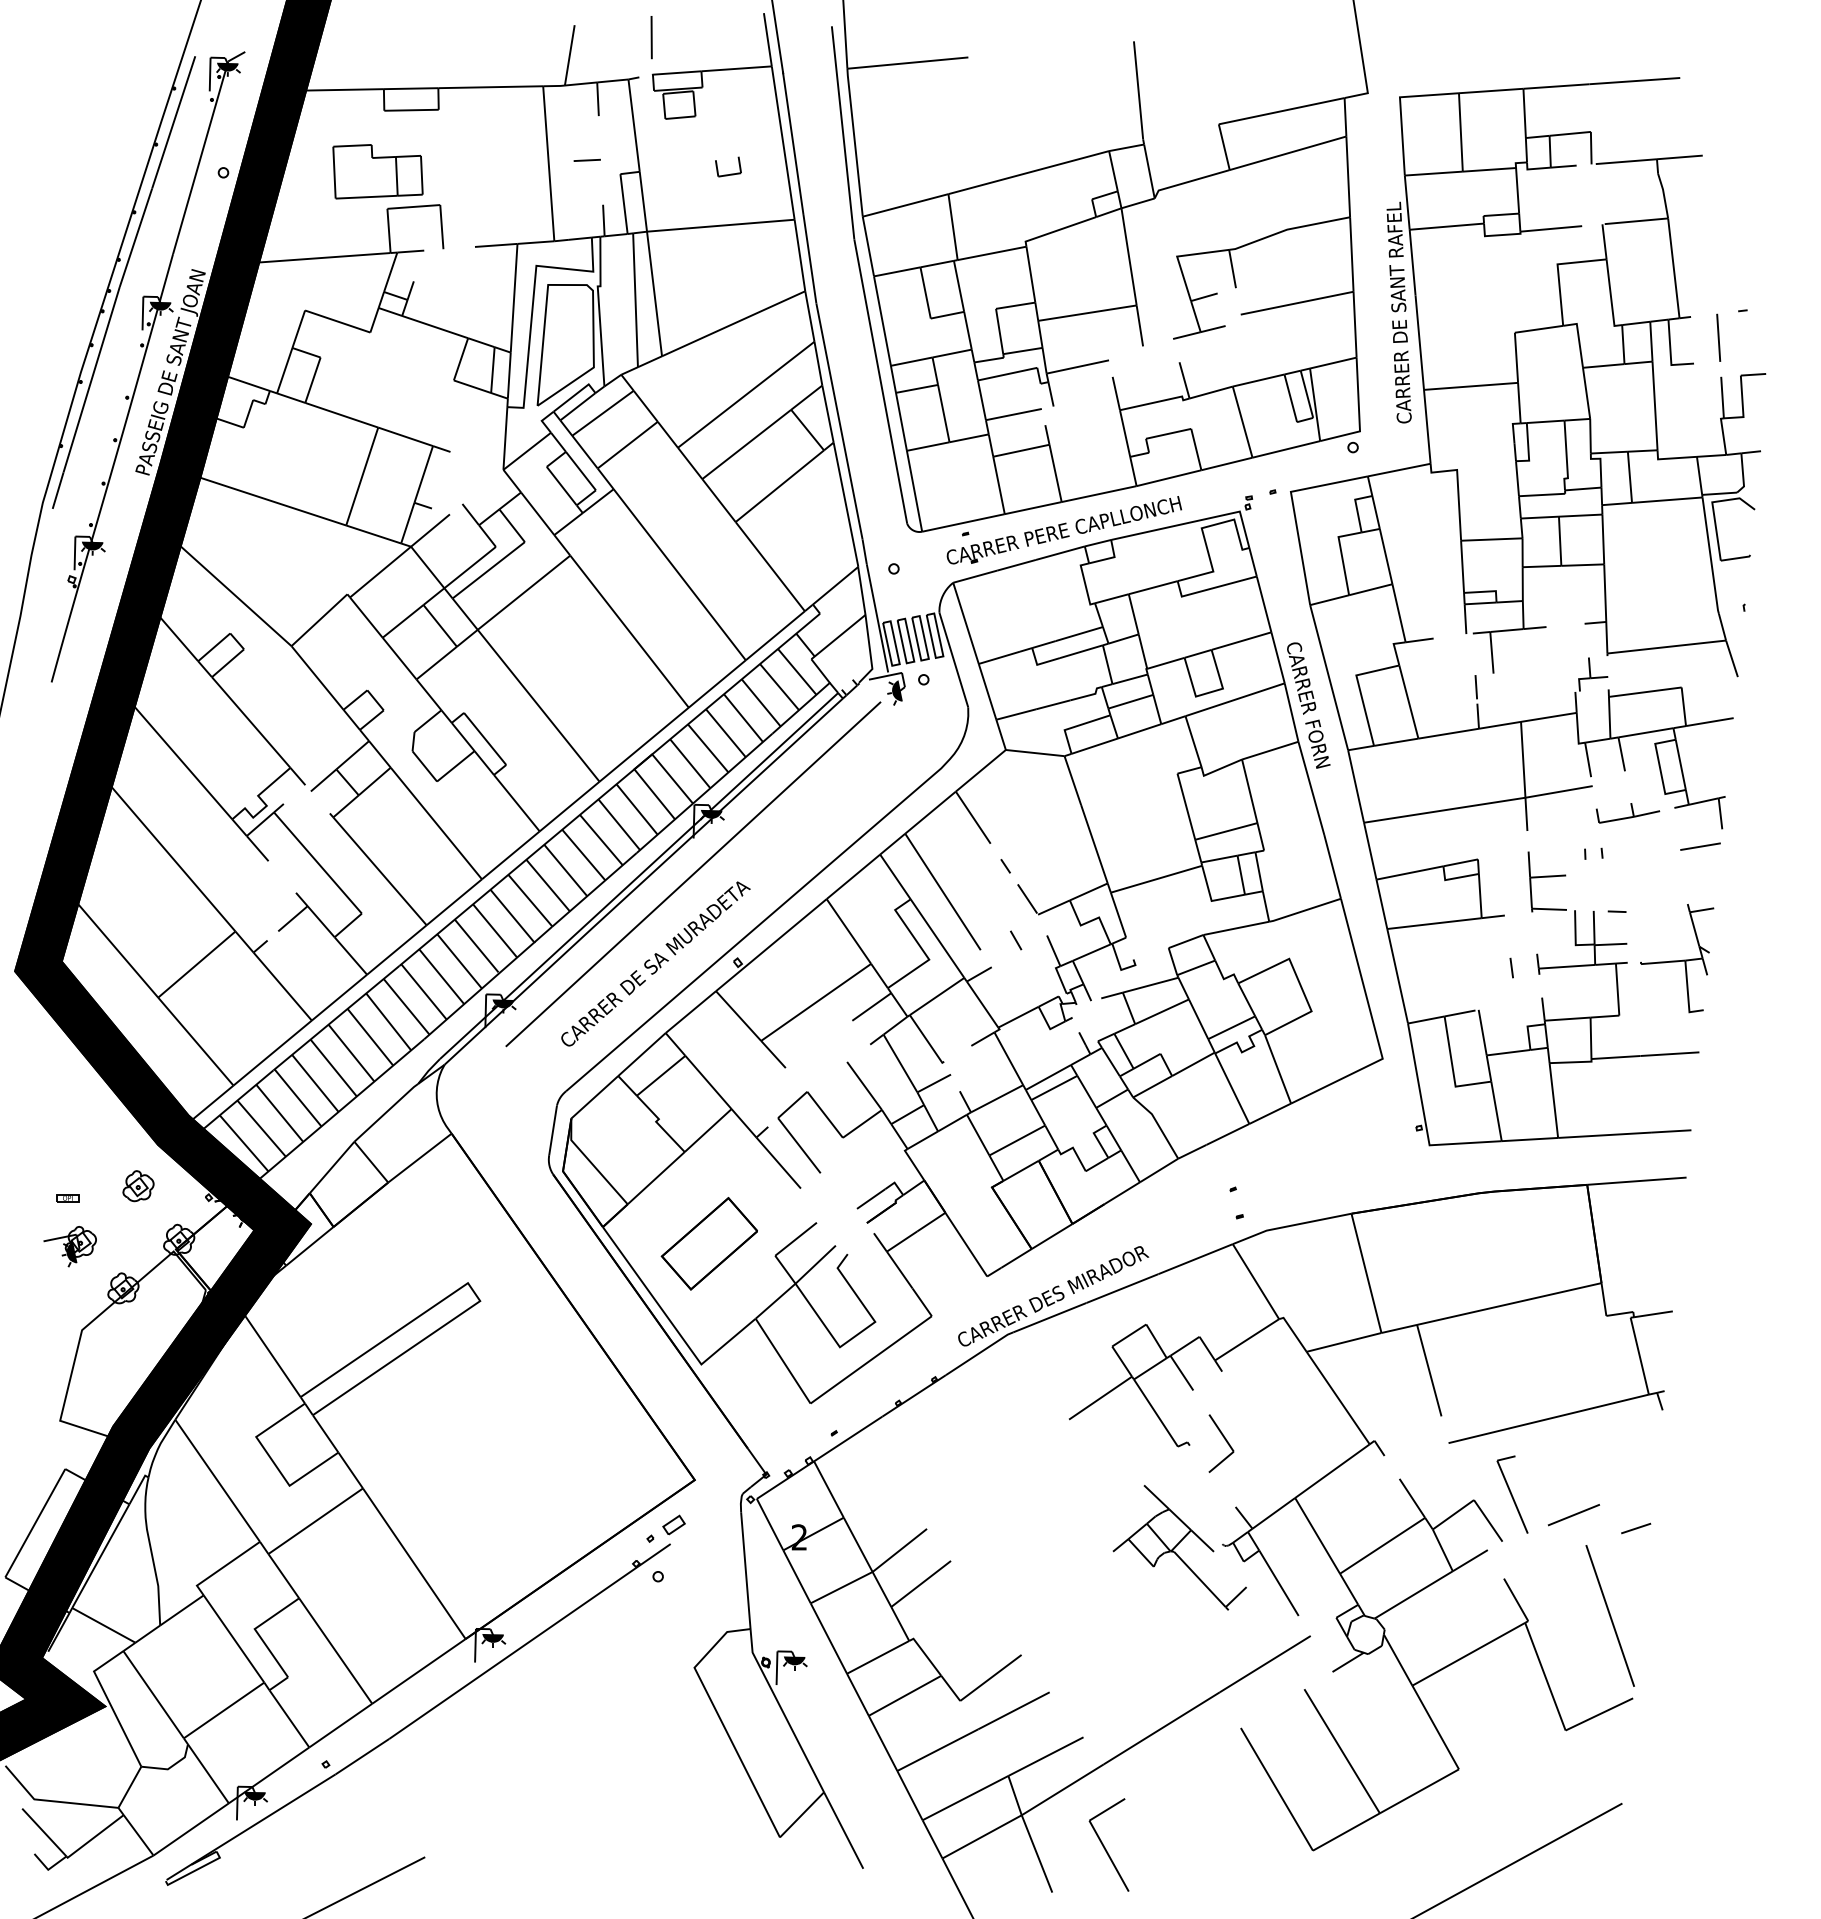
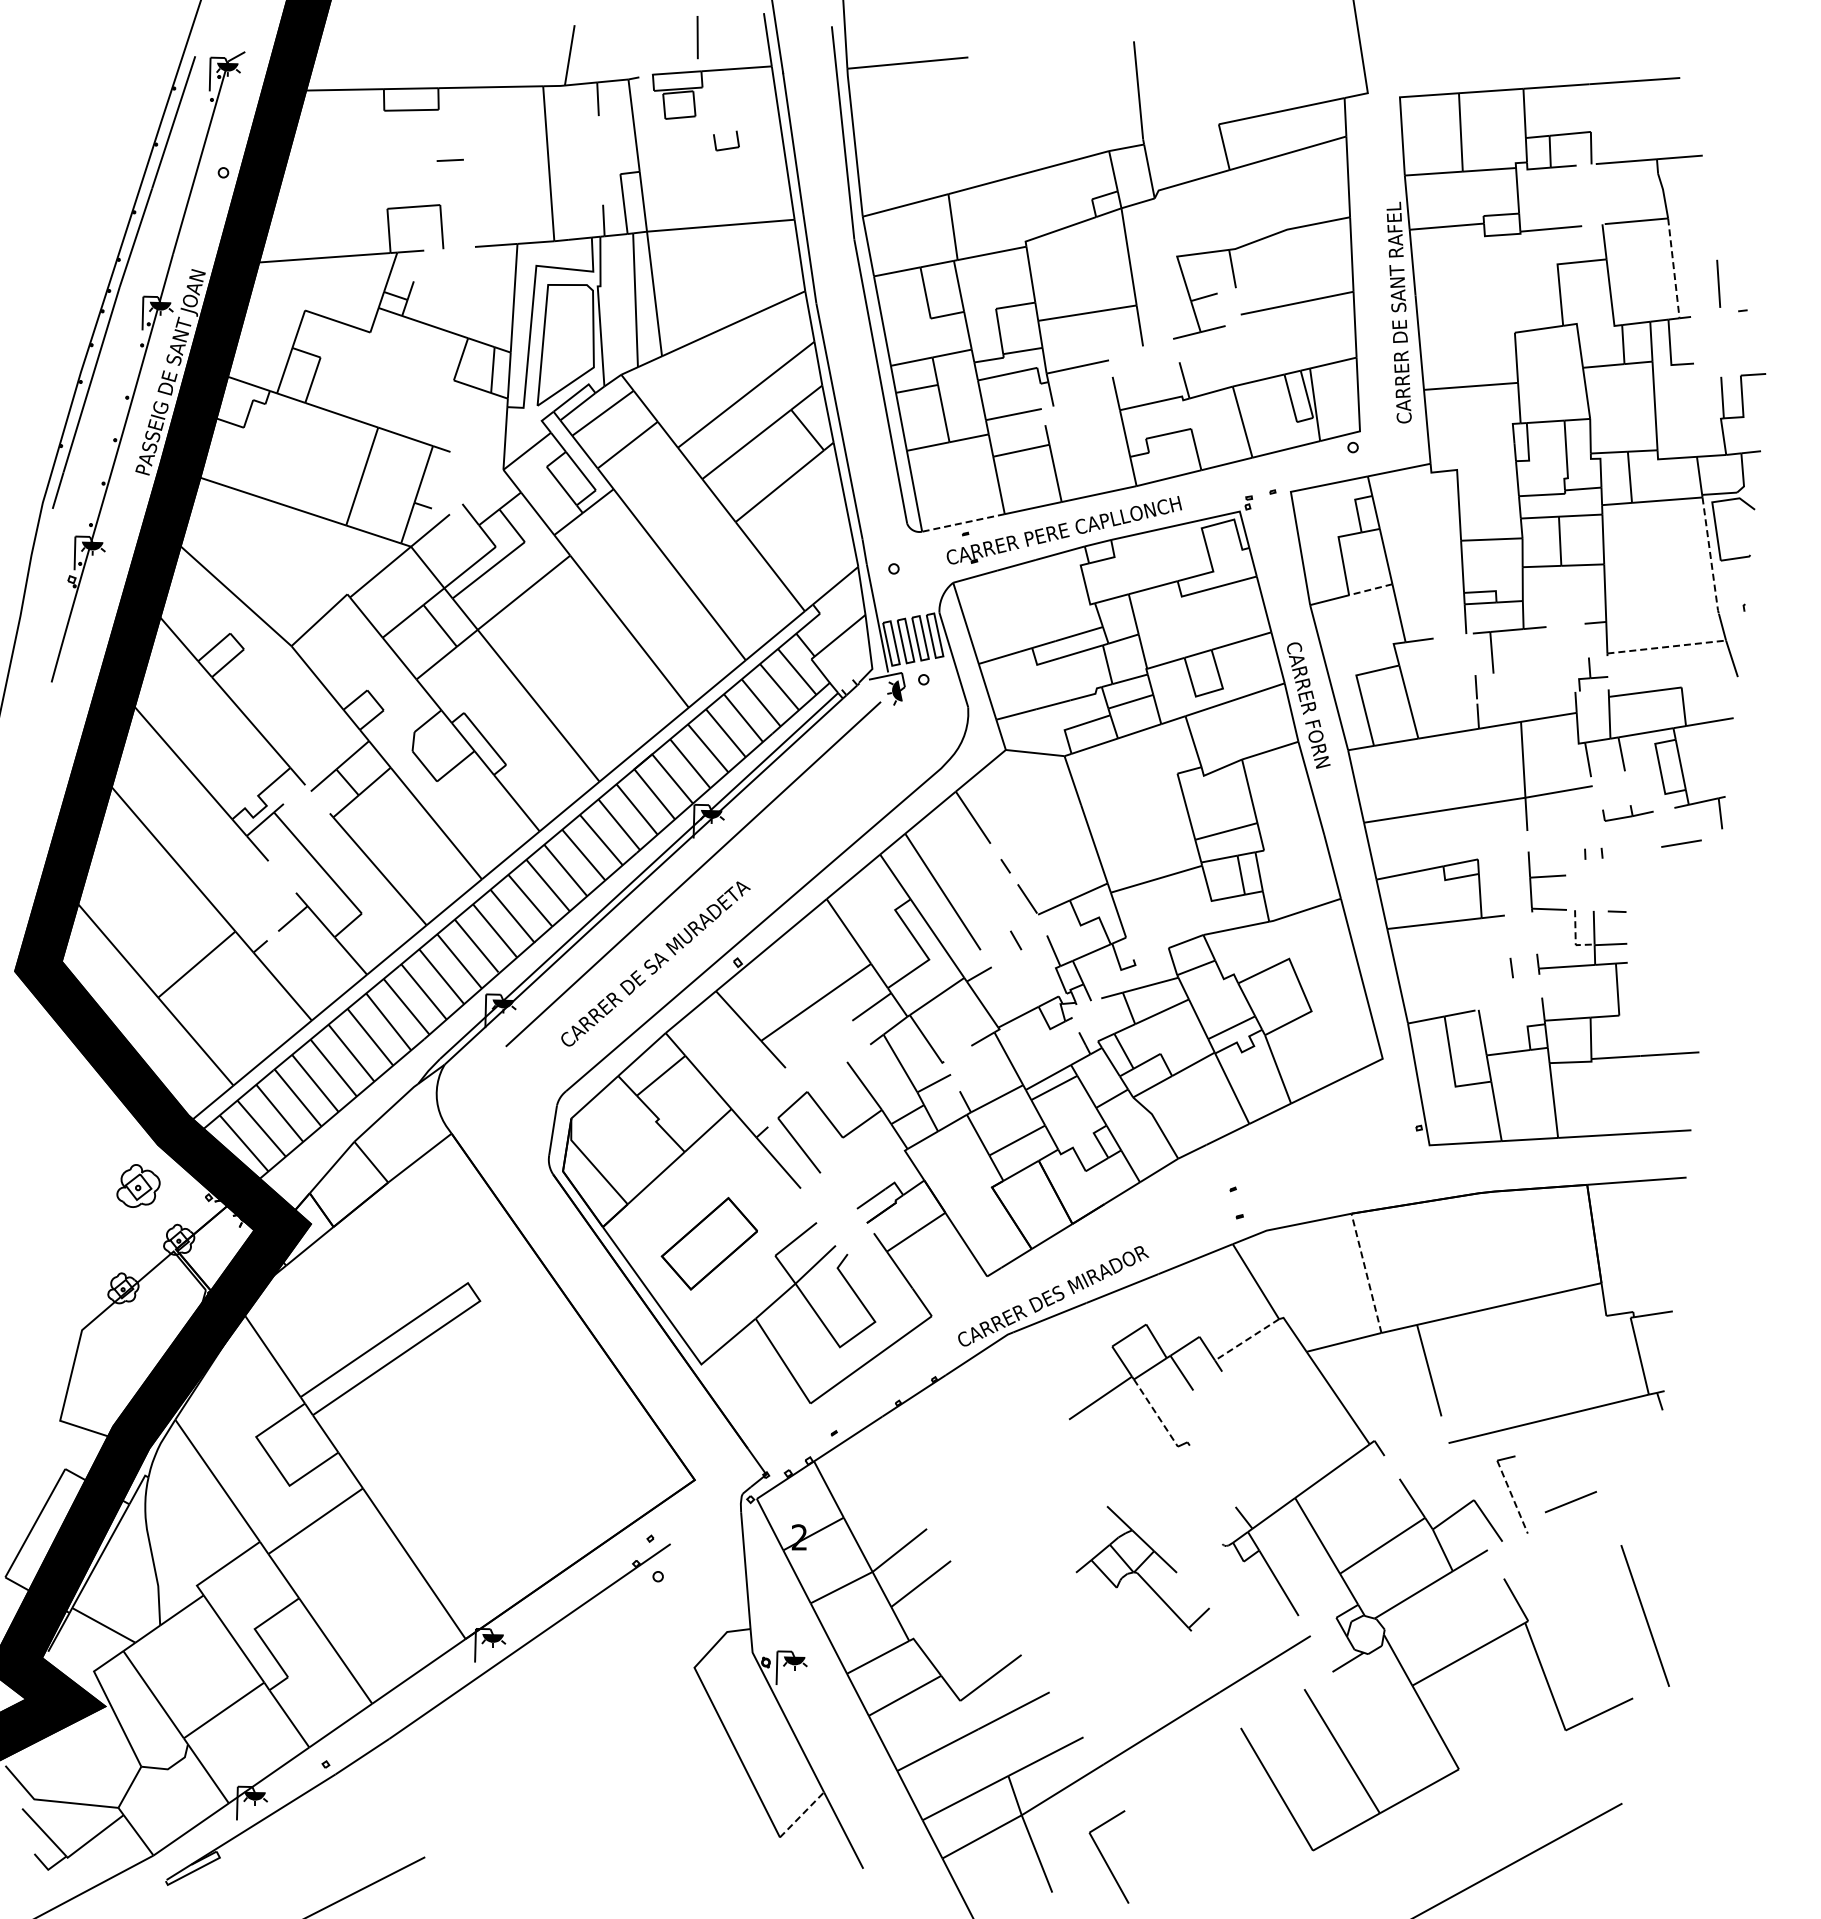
line at (651, 37) position: (651, 37) -> (697, 37)
line at (586, 159) position: (586, 159) -> (449, 159)
part at (377, 171): present -> none
part at (730, 173) position: (730, 173) -> (728, 147)
line at (1673, 268): solid -> dashed
line at (1718, 337) position: (1718, 337) -> (1718, 283)
line at (962, 523): solid -> dashed
line at (1710, 556): solid -> dashed
line at (1370, 589): solid -> dashed
line at (1666, 647): solid -> dashed
part at (1627, 813) size: 66x21 px -> 52x17 px
line at (1700, 846) position: (1700, 846) -> (1681, 843)
line at (1575, 938): solid -> dashed
part at (1677, 958): present -> none
part at (138, 1186) size: 33x33 px -> 45x44 px
part at (67, 1198): present -> none
part at (69, 1246): present -> none
line at (1366, 1272): solid -> dashed
line at (1246, 1340): solid -> dashed
line at (1156, 1413): solid -> dashed
part at (1221, 1443): present -> none
line at (1512, 1497): solid -> dashed
line at (1573, 1515) position: (1573, 1515) -> (1570, 1502)
part at (673, 1524): present -> none
line at (1636, 1528): present -> none
part at (1179, 1547) position: (1179, 1547) -> (1142, 1568)
line at (1609, 1615) position: (1609, 1615) -> (1644, 1615)
line at (802, 1814): solid -> dashed
part at (1108, 1844) position: (1108, 1844) -> (1108, 1856)
